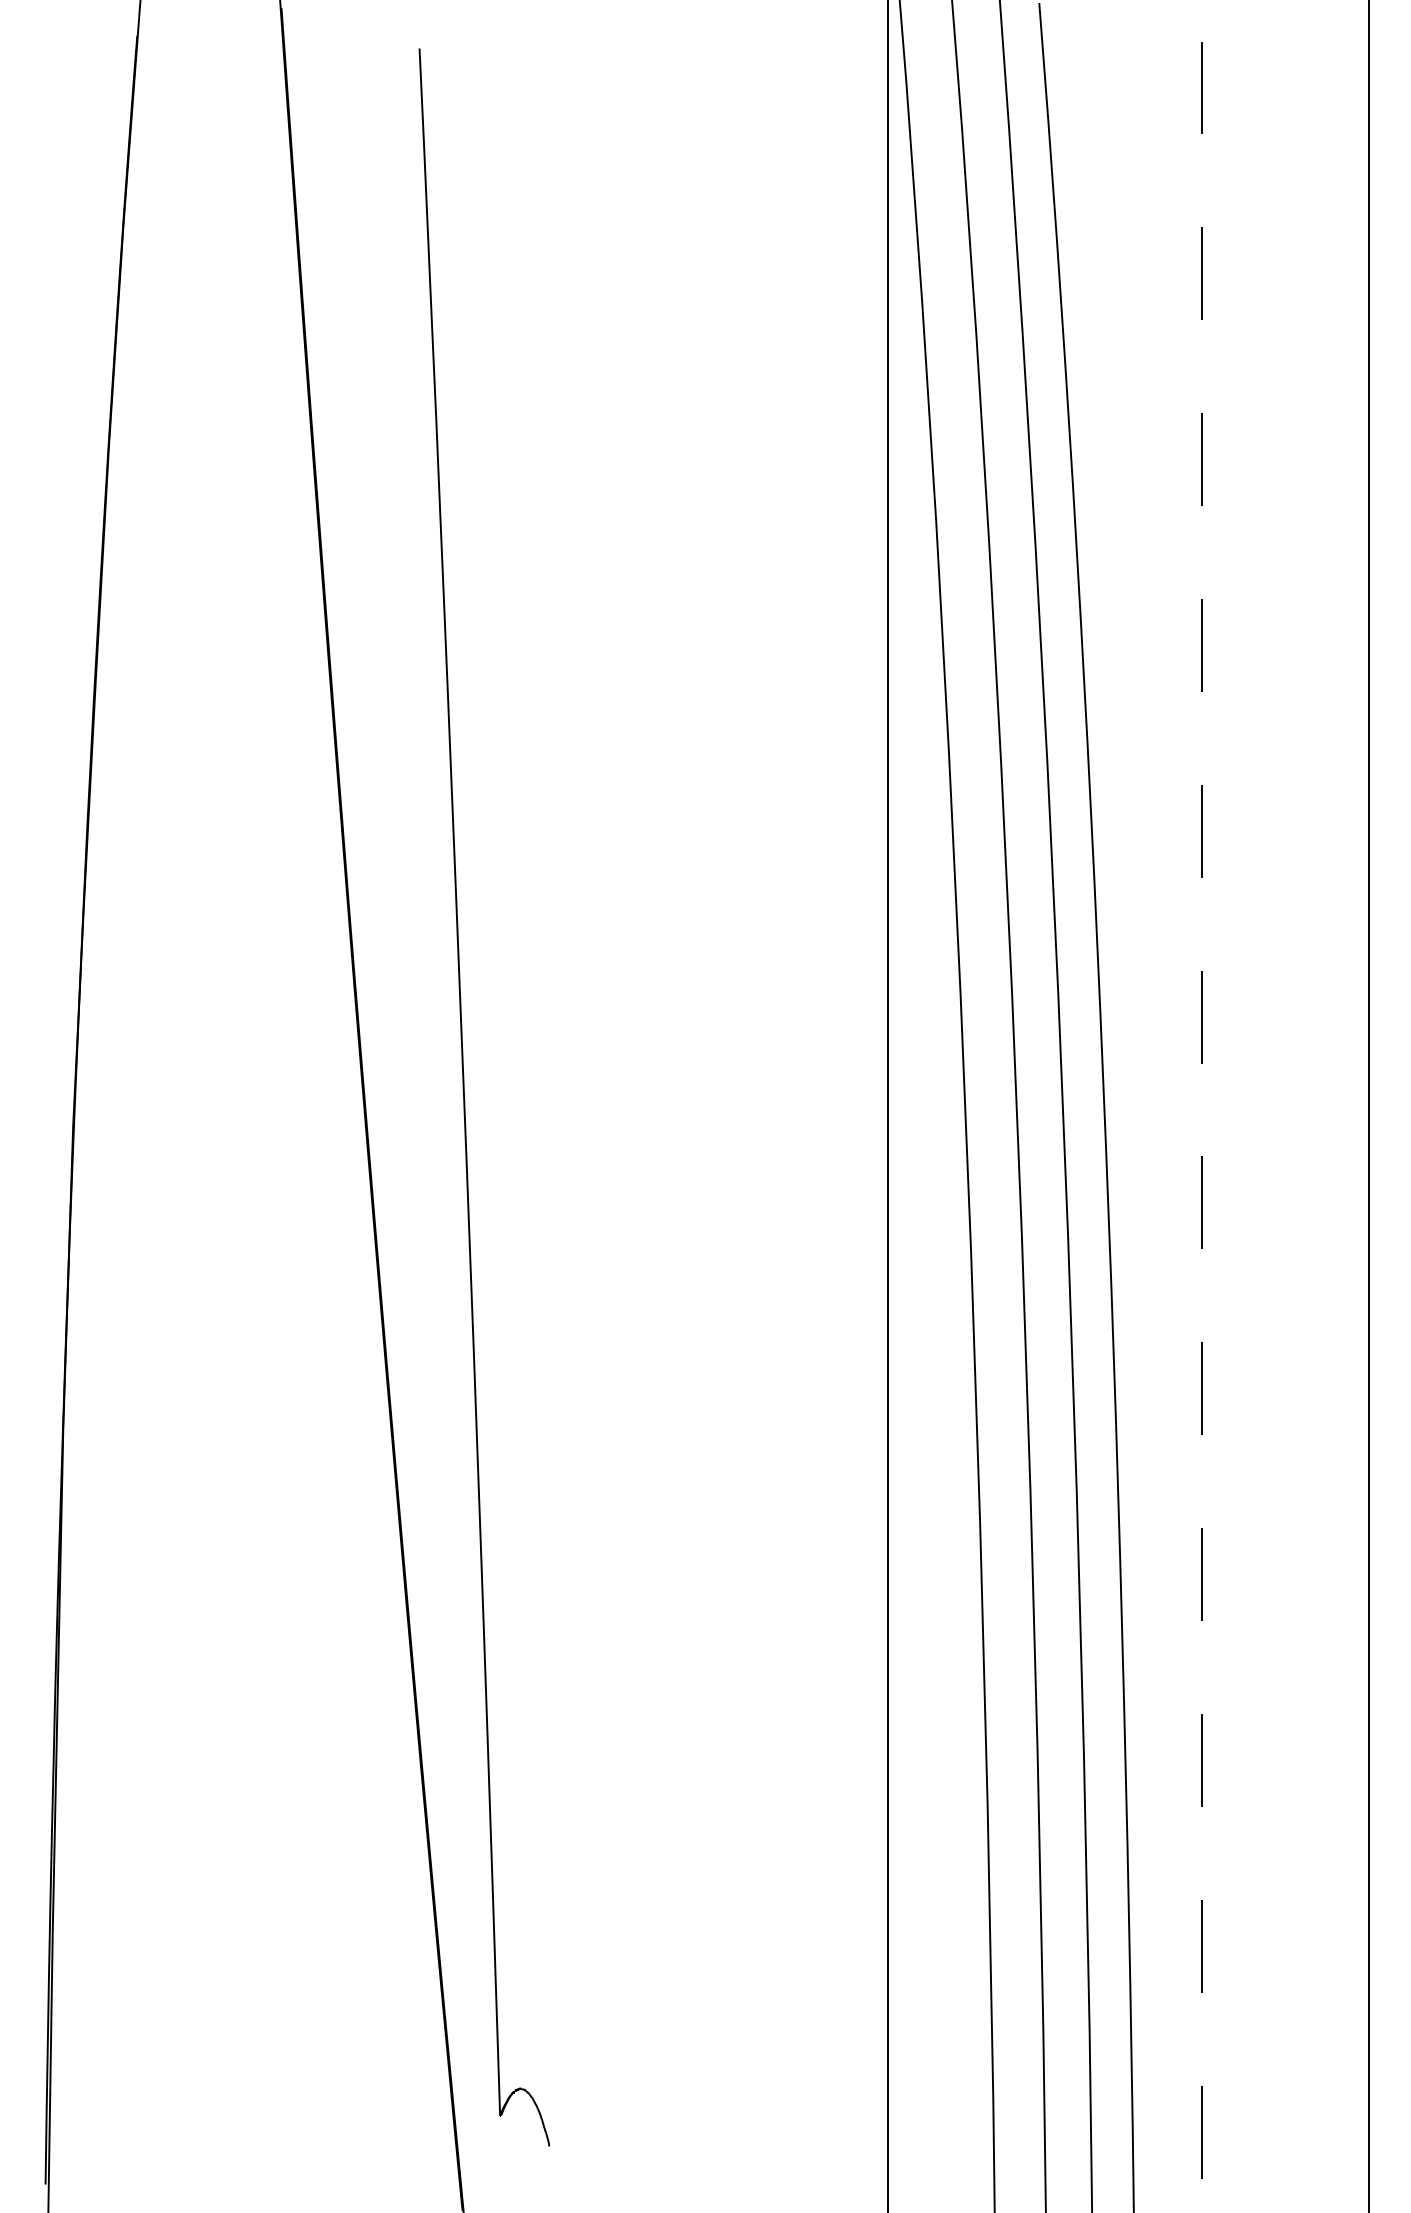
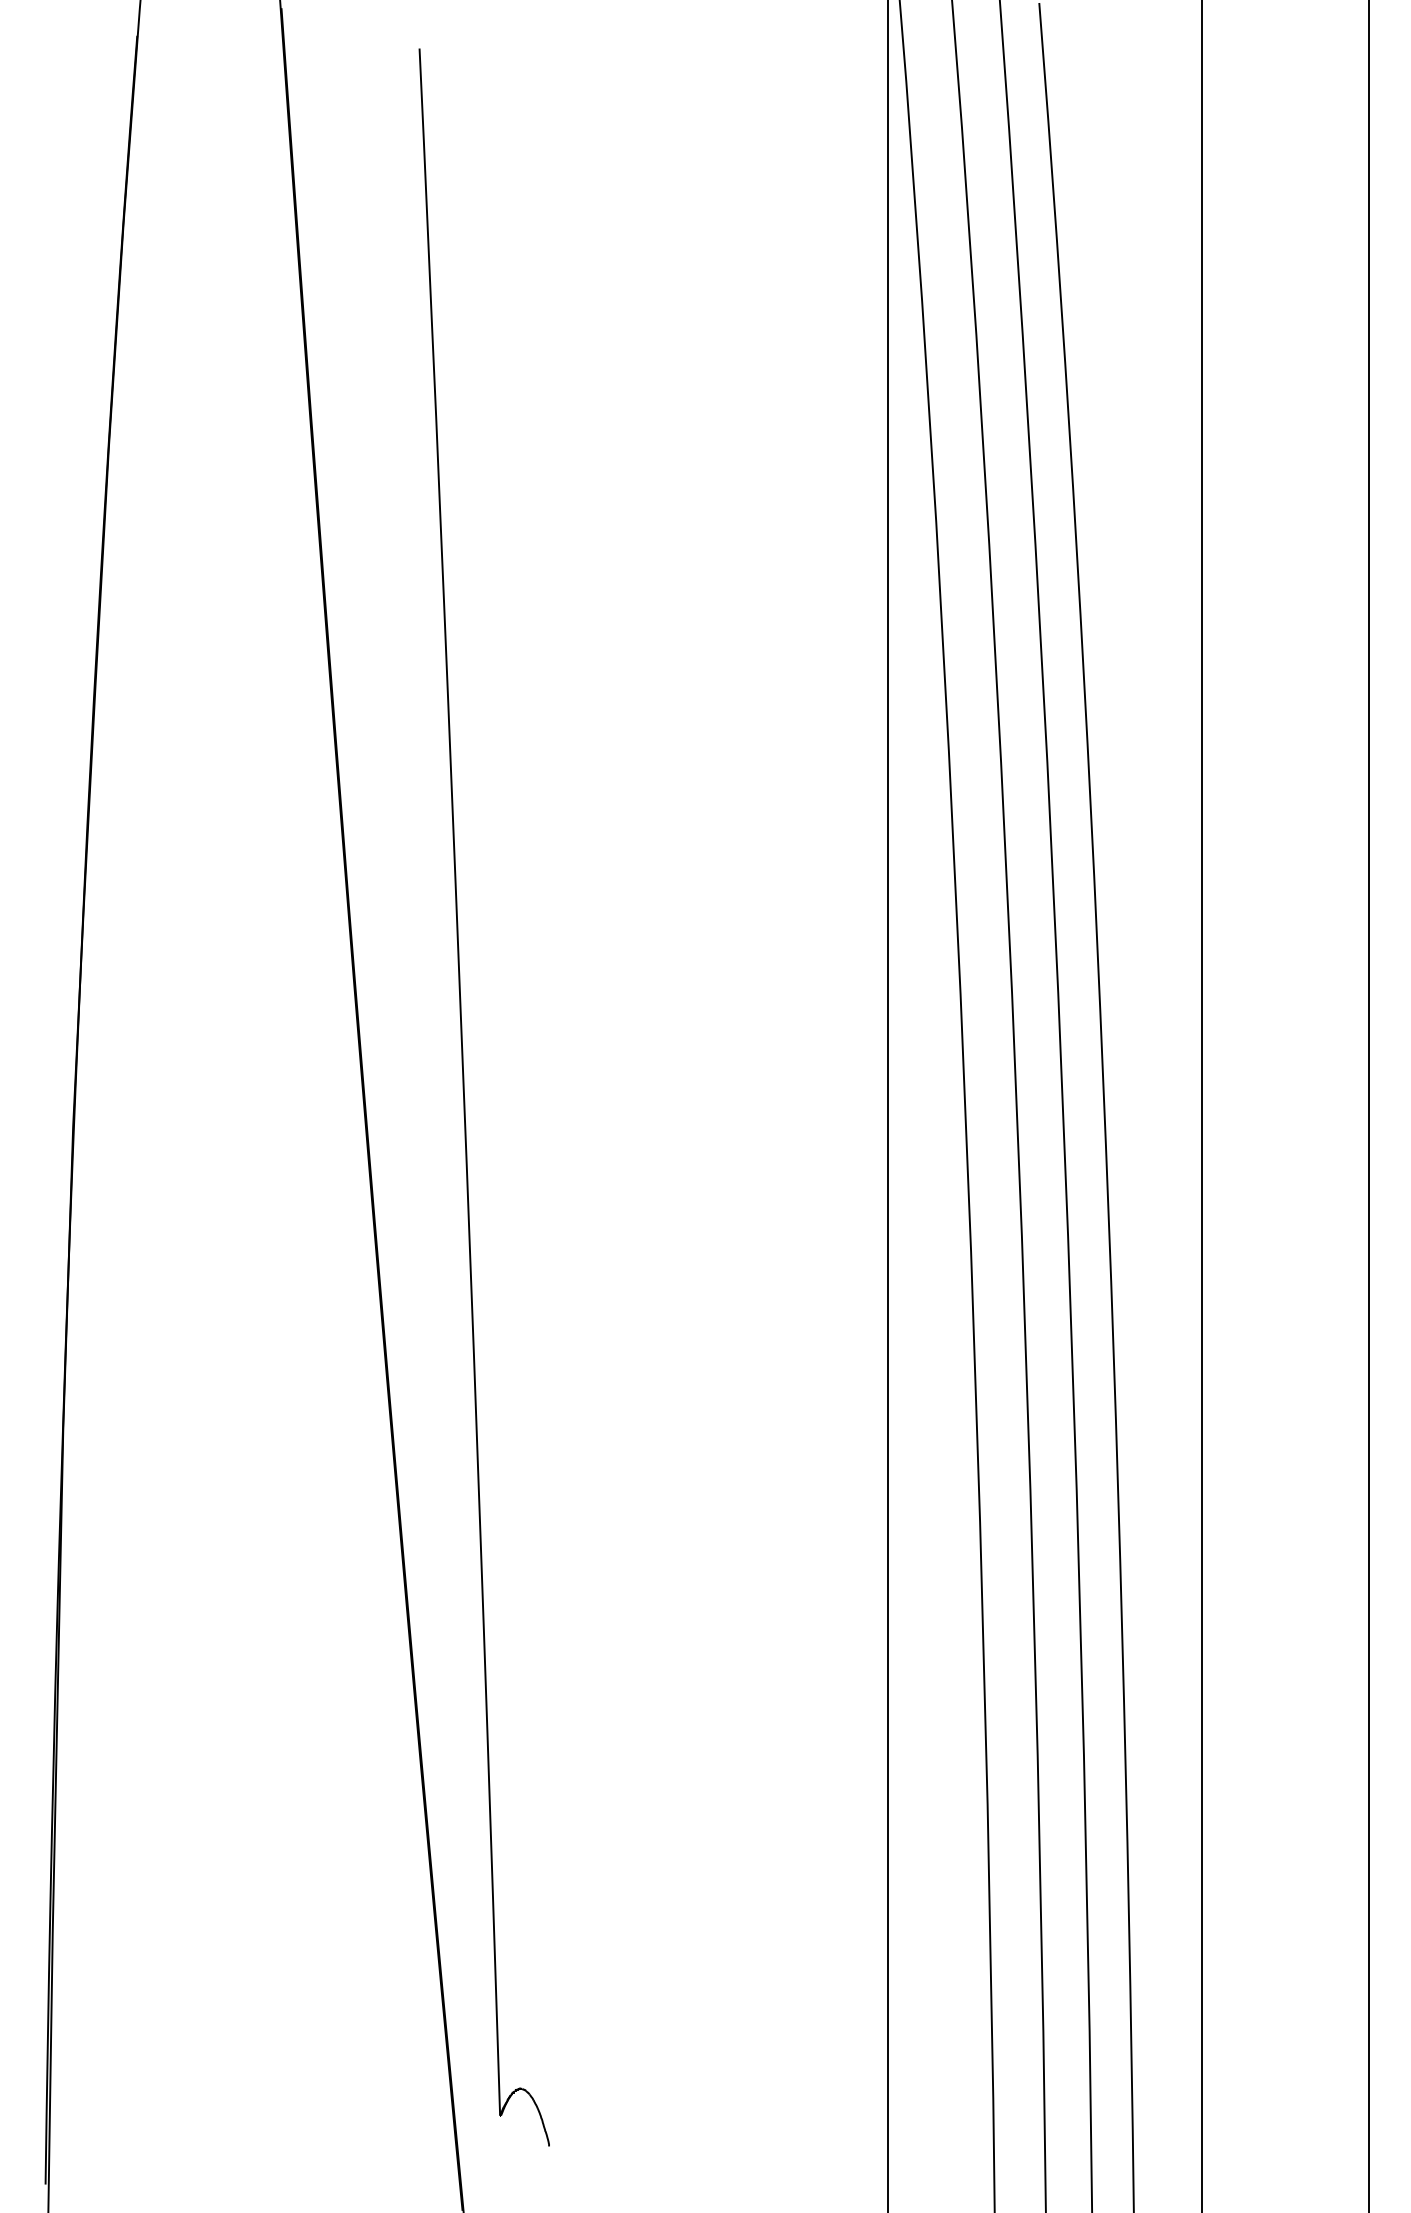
line at (1202, 1106): dashed -> solid
